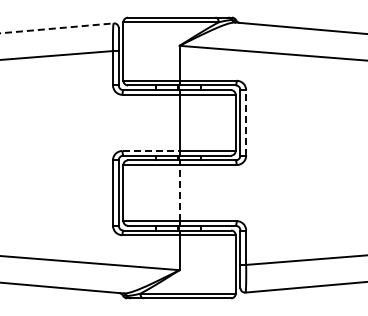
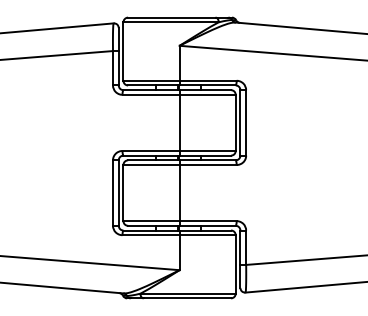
line at (57, 28): dashed -> solid
line at (246, 122): dashed -> solid
line at (151, 150): dashed -> solid
line at (179, 192): dashed -> solid
